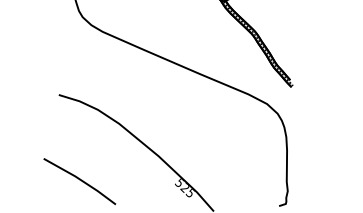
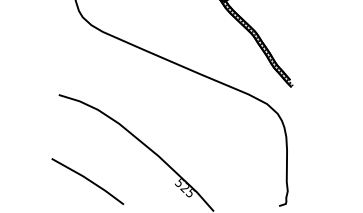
line at (79, 180) position: (79, 180) -> (87, 180)
